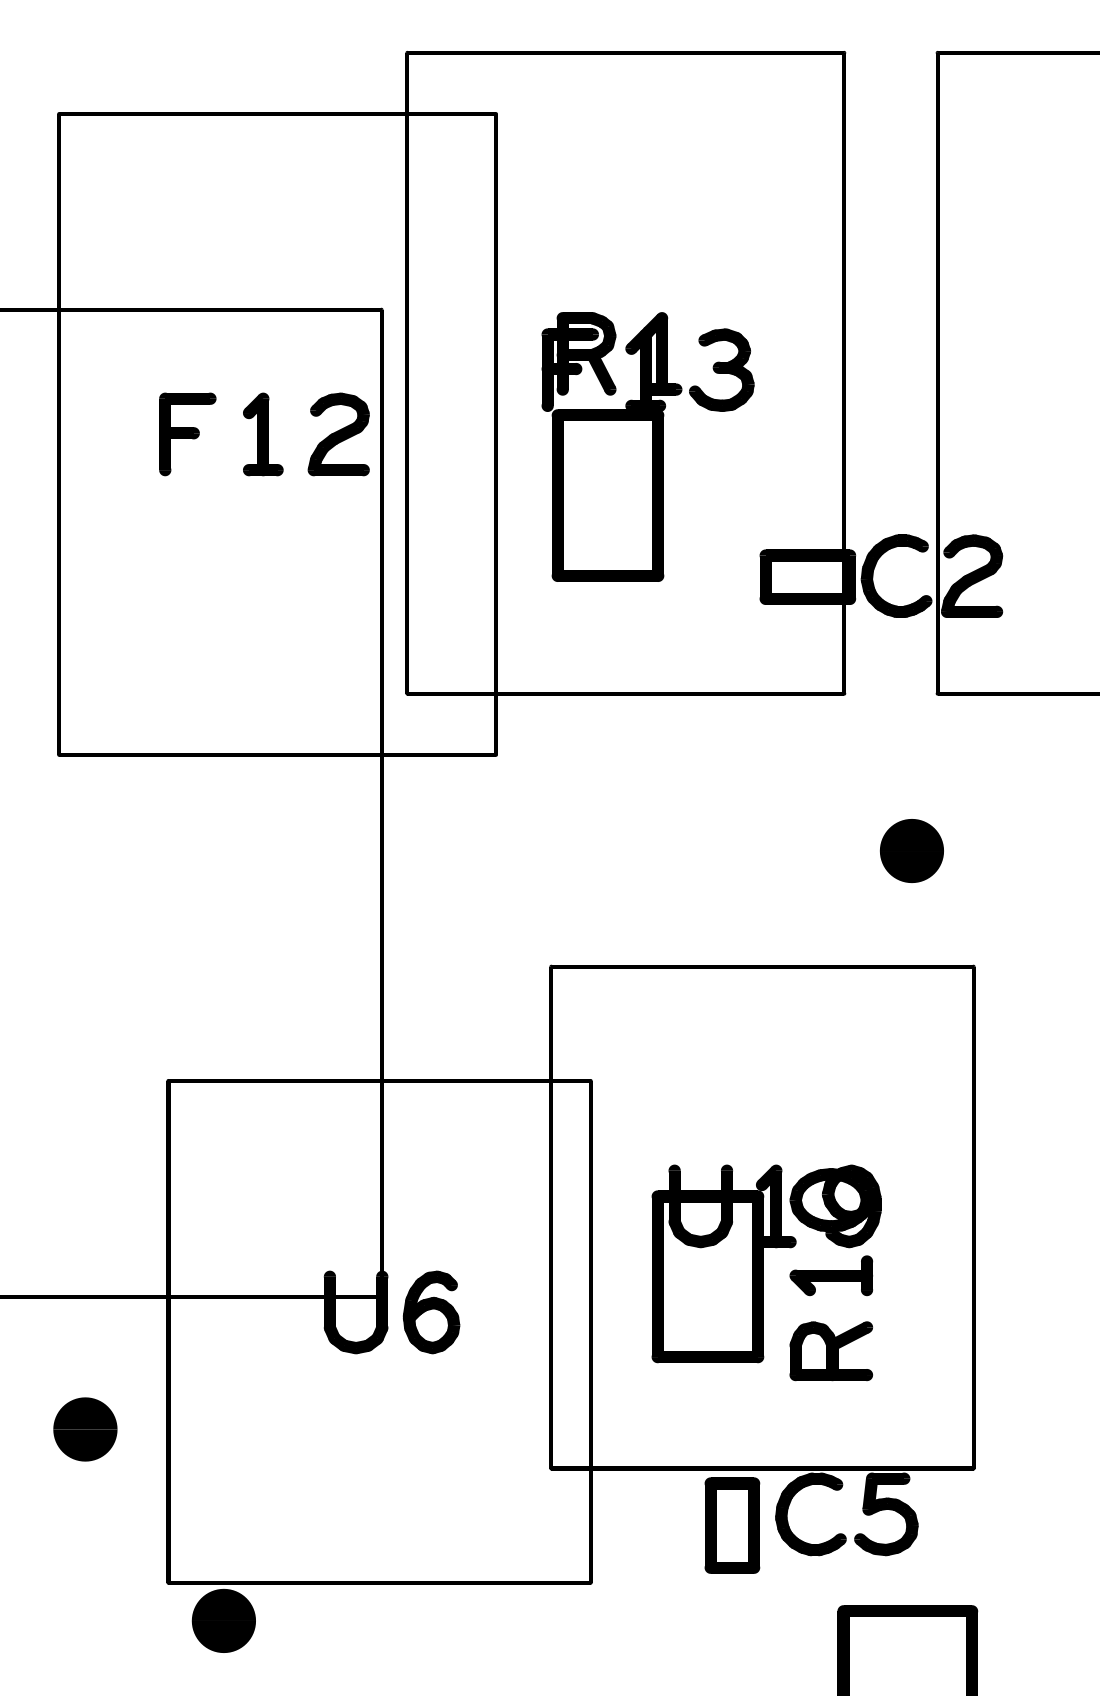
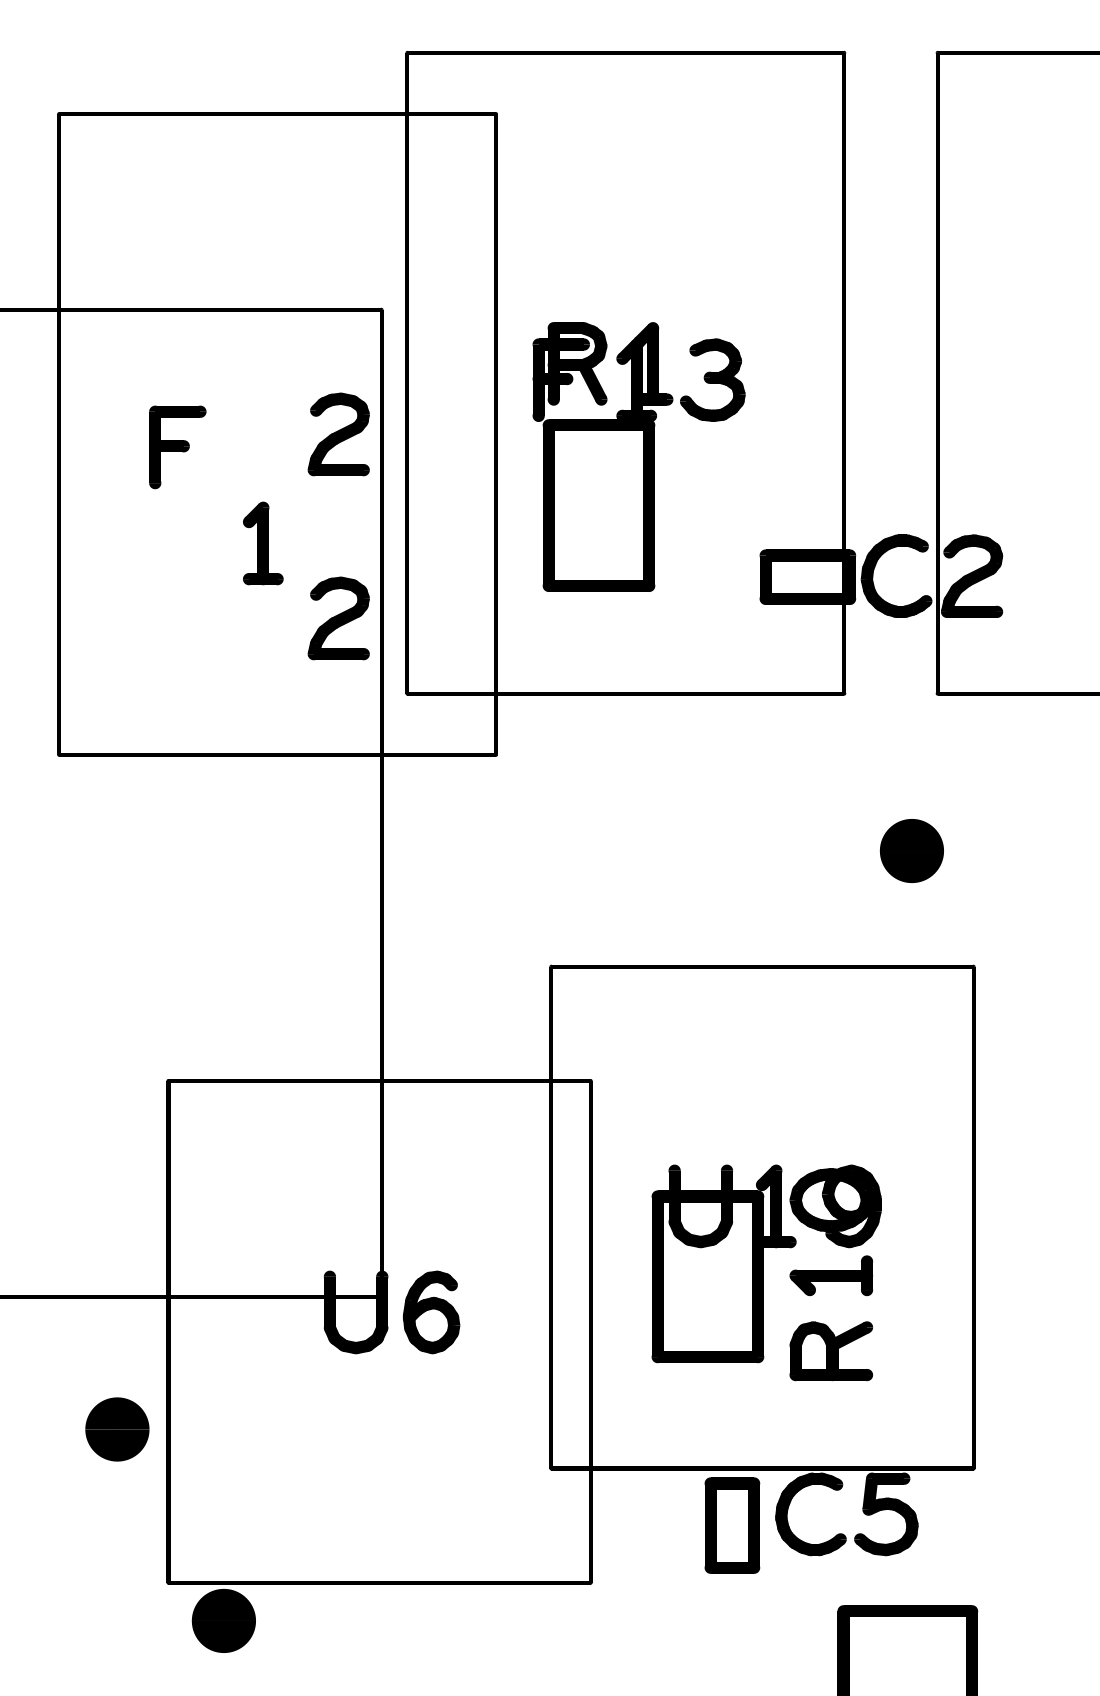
part at (187, 434) position: (187, 434) -> (177, 447)
part at (263, 434) position: (263, 434) -> (263, 543)
part at (647, 446) position: (647, 446) -> (638, 456)
part at (338, 618): none -> present
part at (85, 1429) position: (85, 1429) -> (117, 1429)
